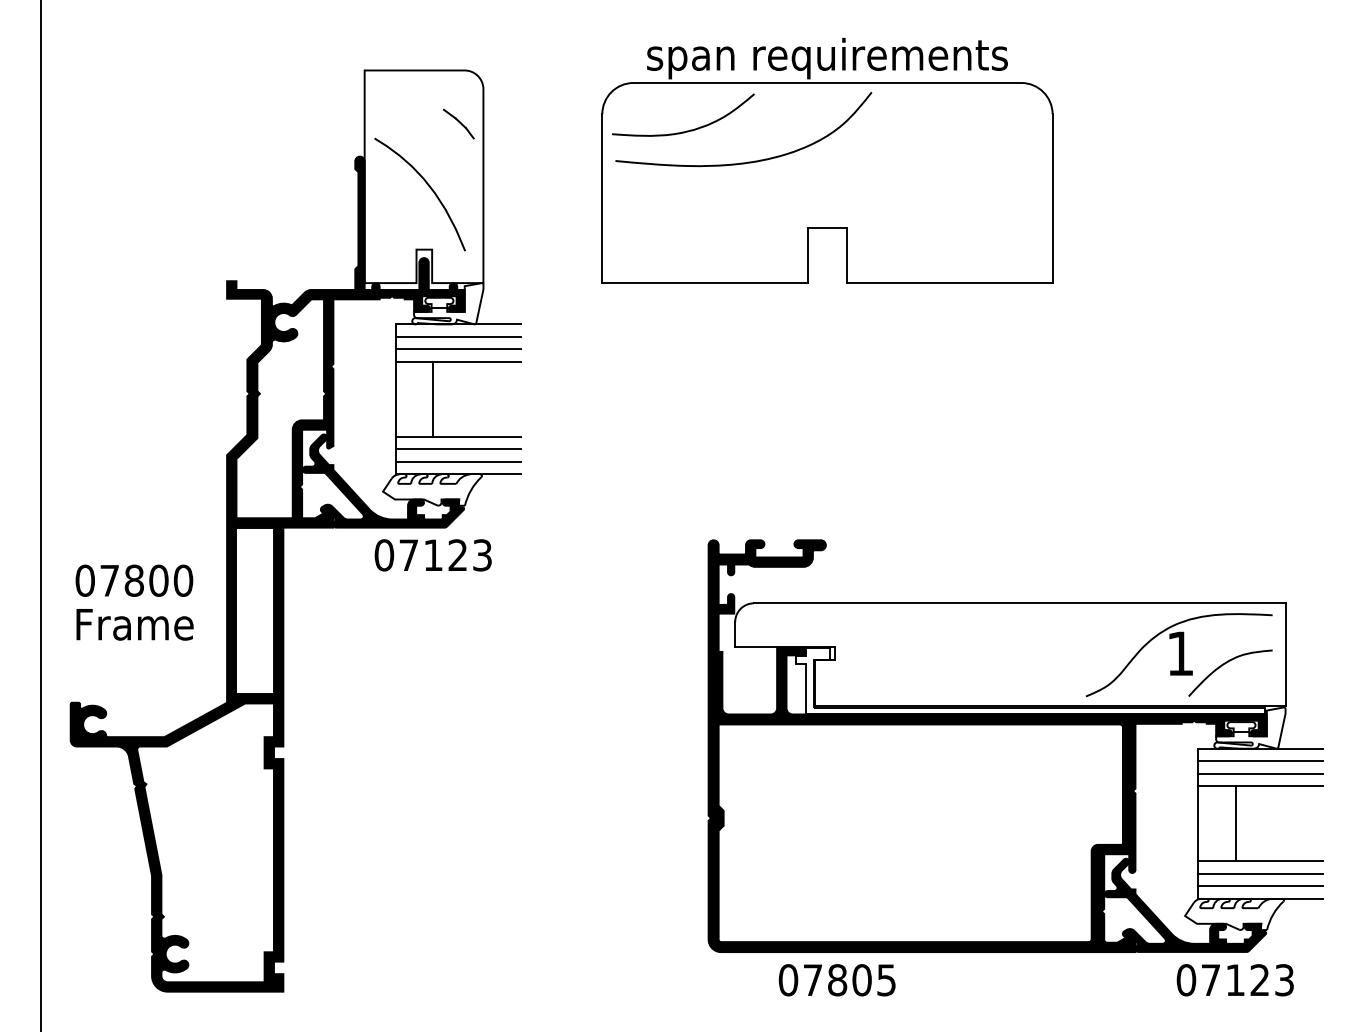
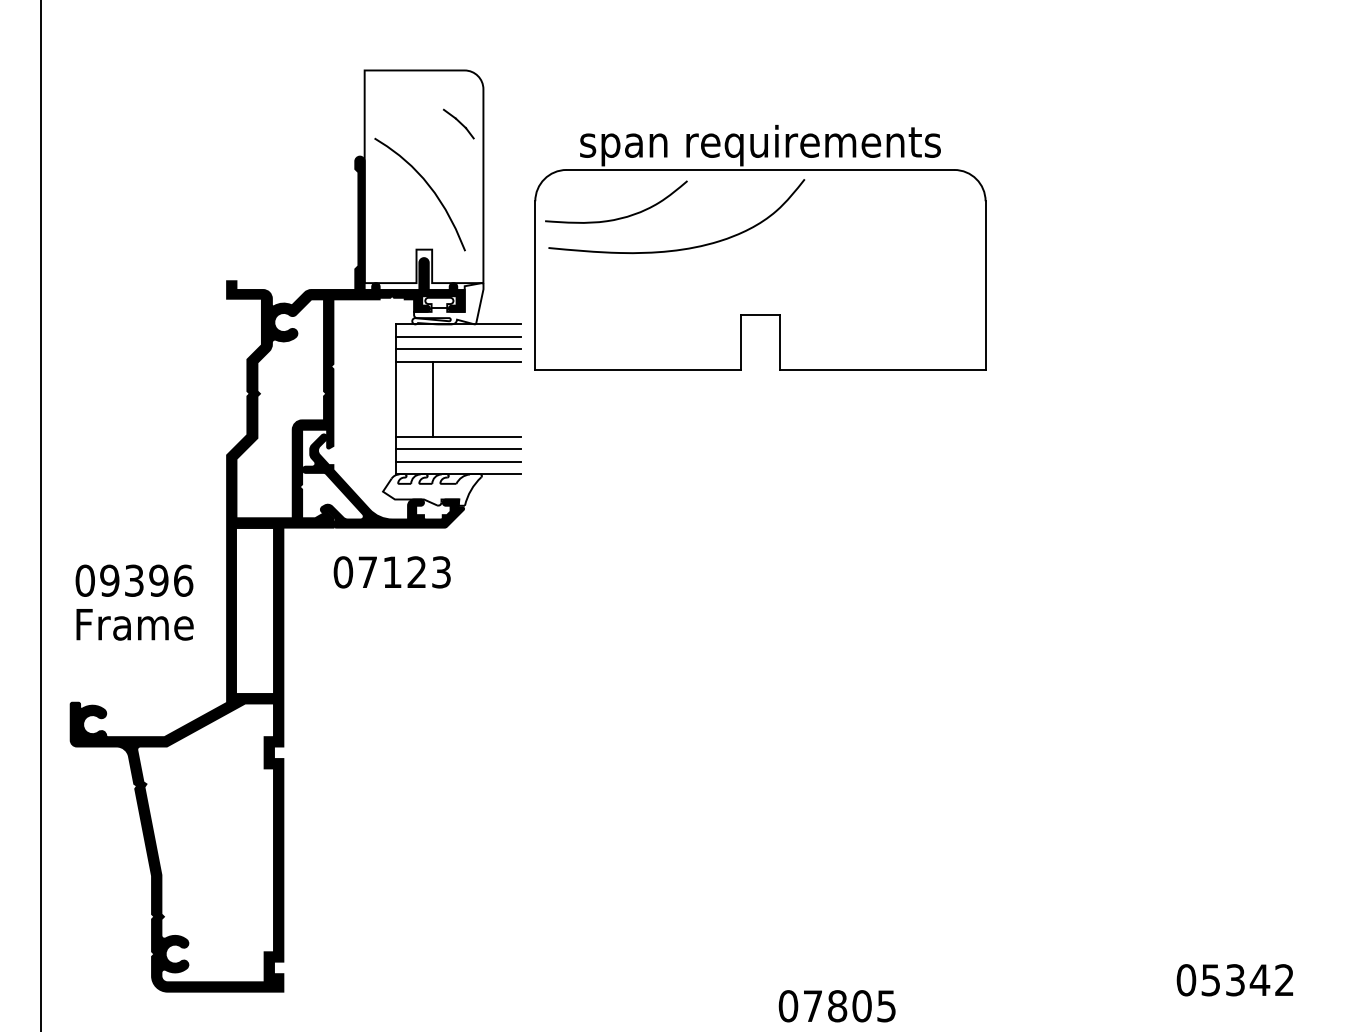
part at (827, 160) position: (827, 160) -> (760, 247)
text at (432, 555) position: (432, 555) -> (391, 572)
text at (146, 580): 07800 -> 09396
part at (1015, 745): present -> none
text at (836, 980) position: (836, 980) -> (836, 1006)
text at (1247, 980): 07123 -> 05342
